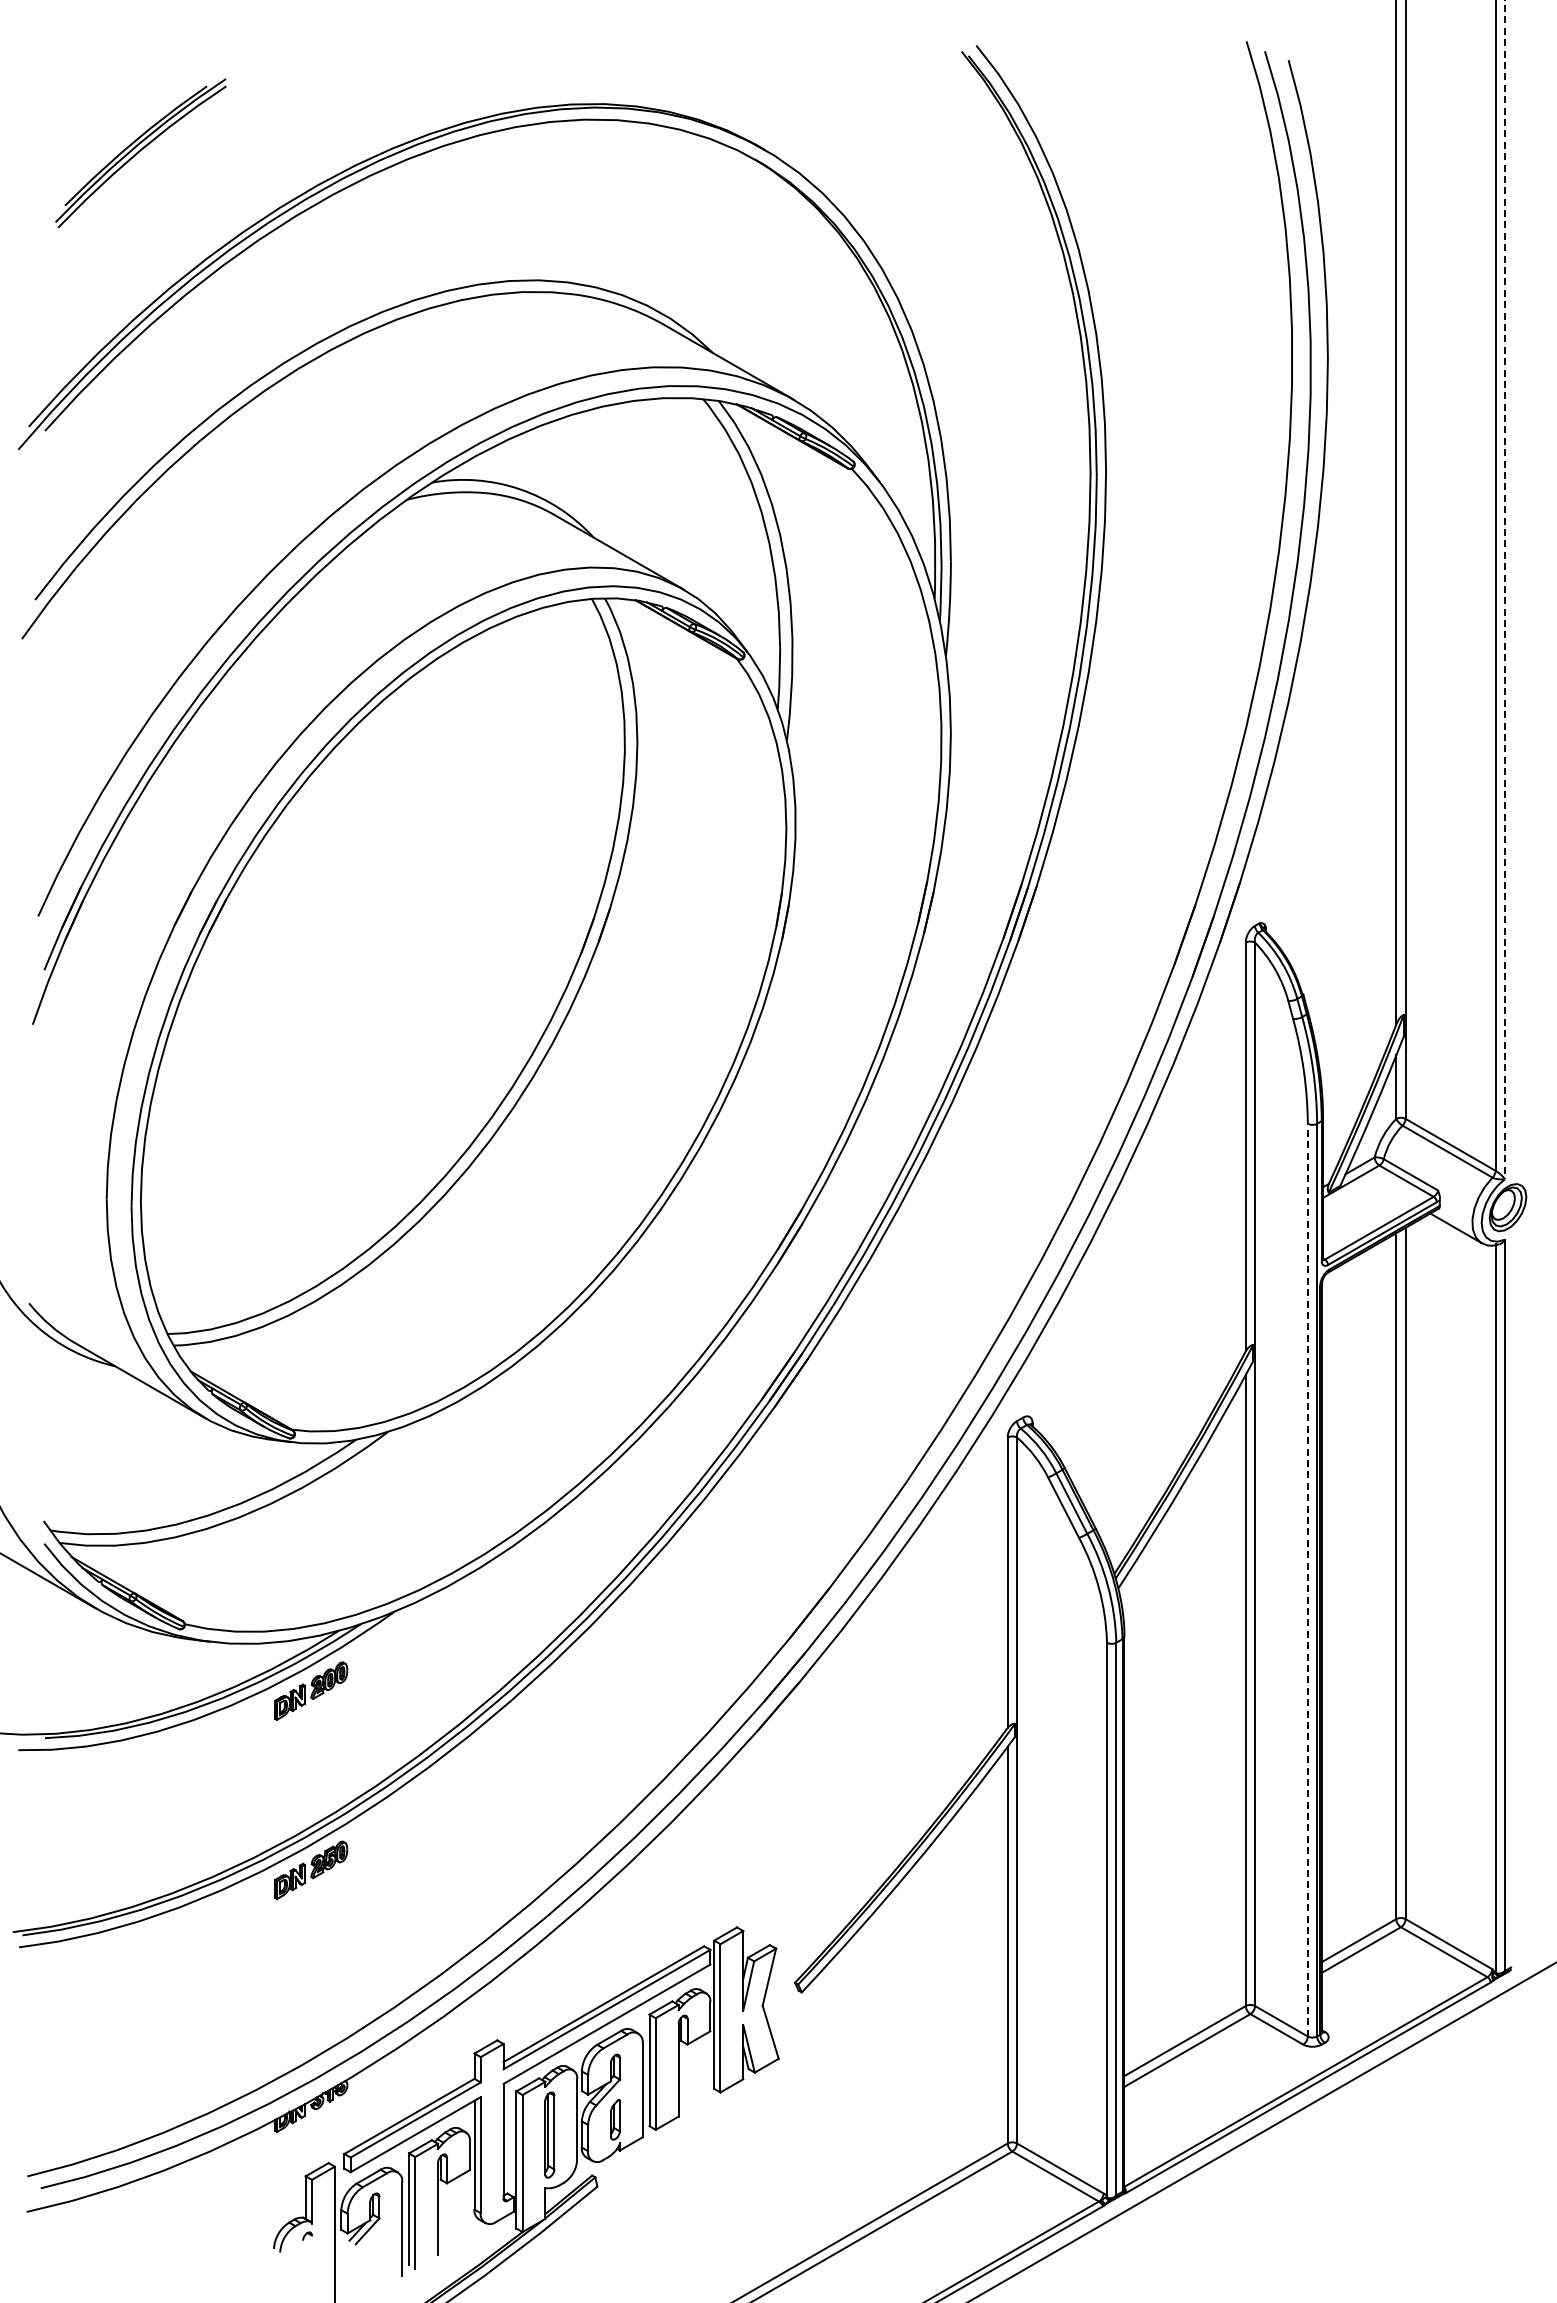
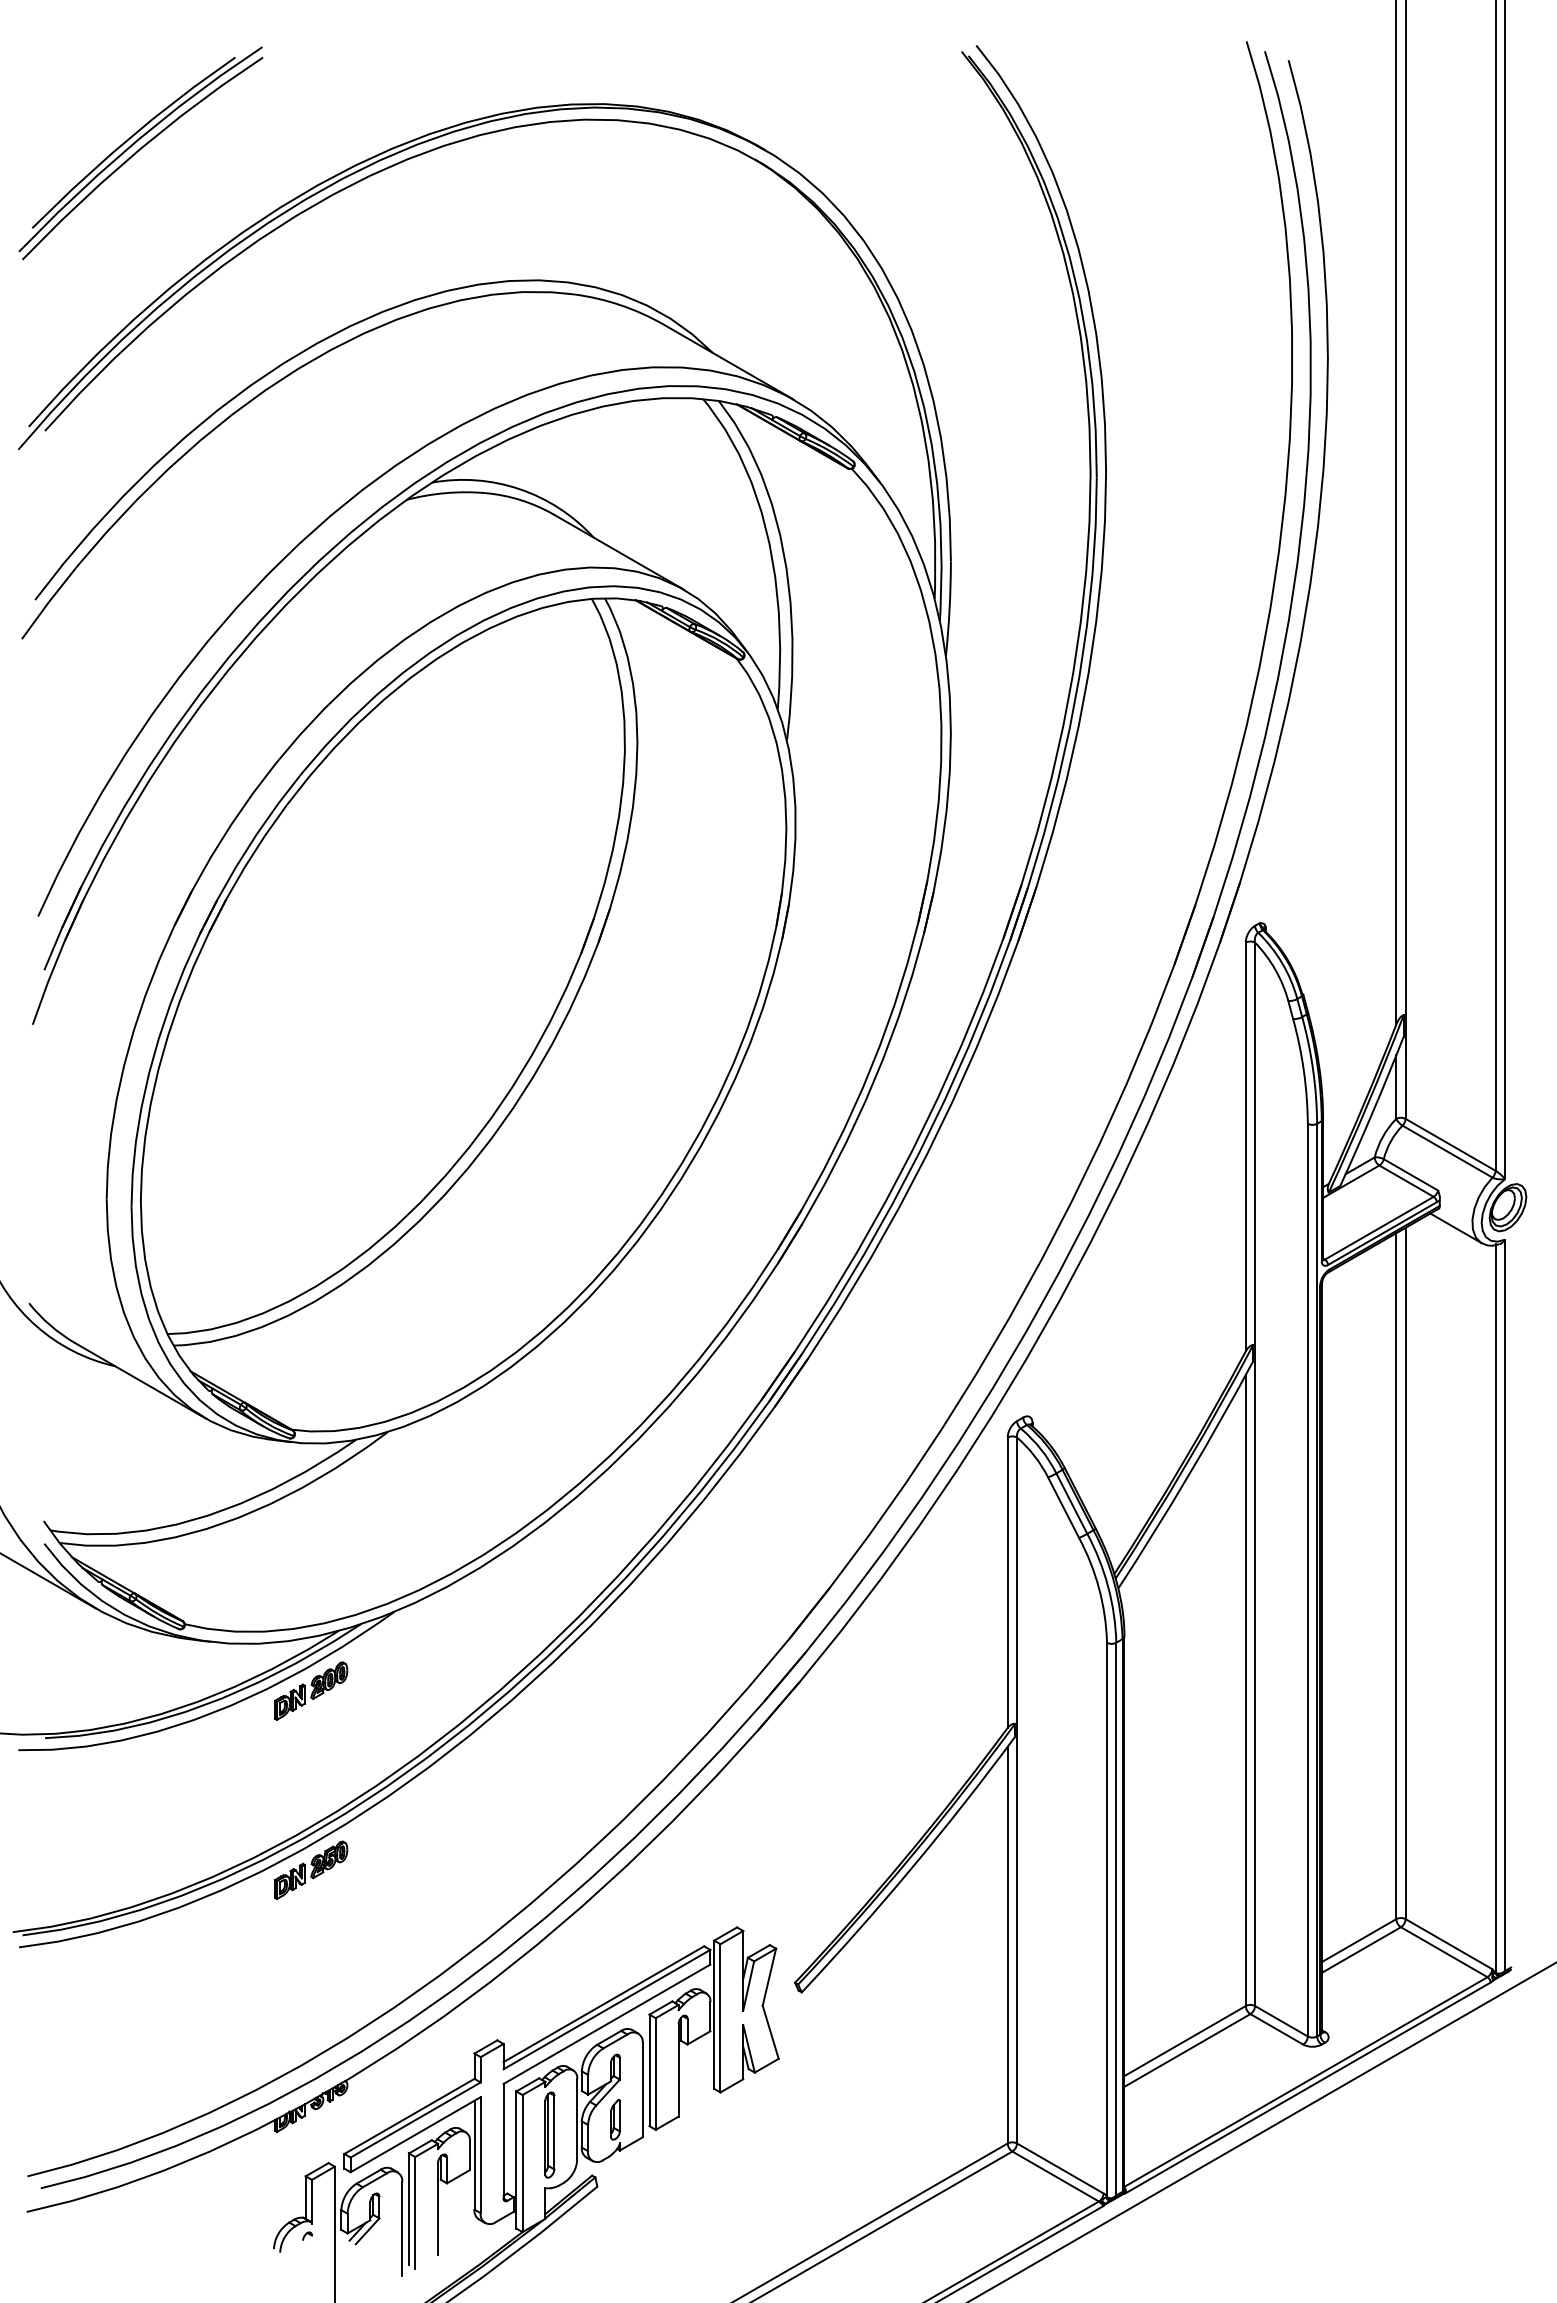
part at (140, 153) size: 172x151 px -> 246x215 px
line at (1504, 590): dashed -> solid
line at (1307, 1579): dashed -> solid
